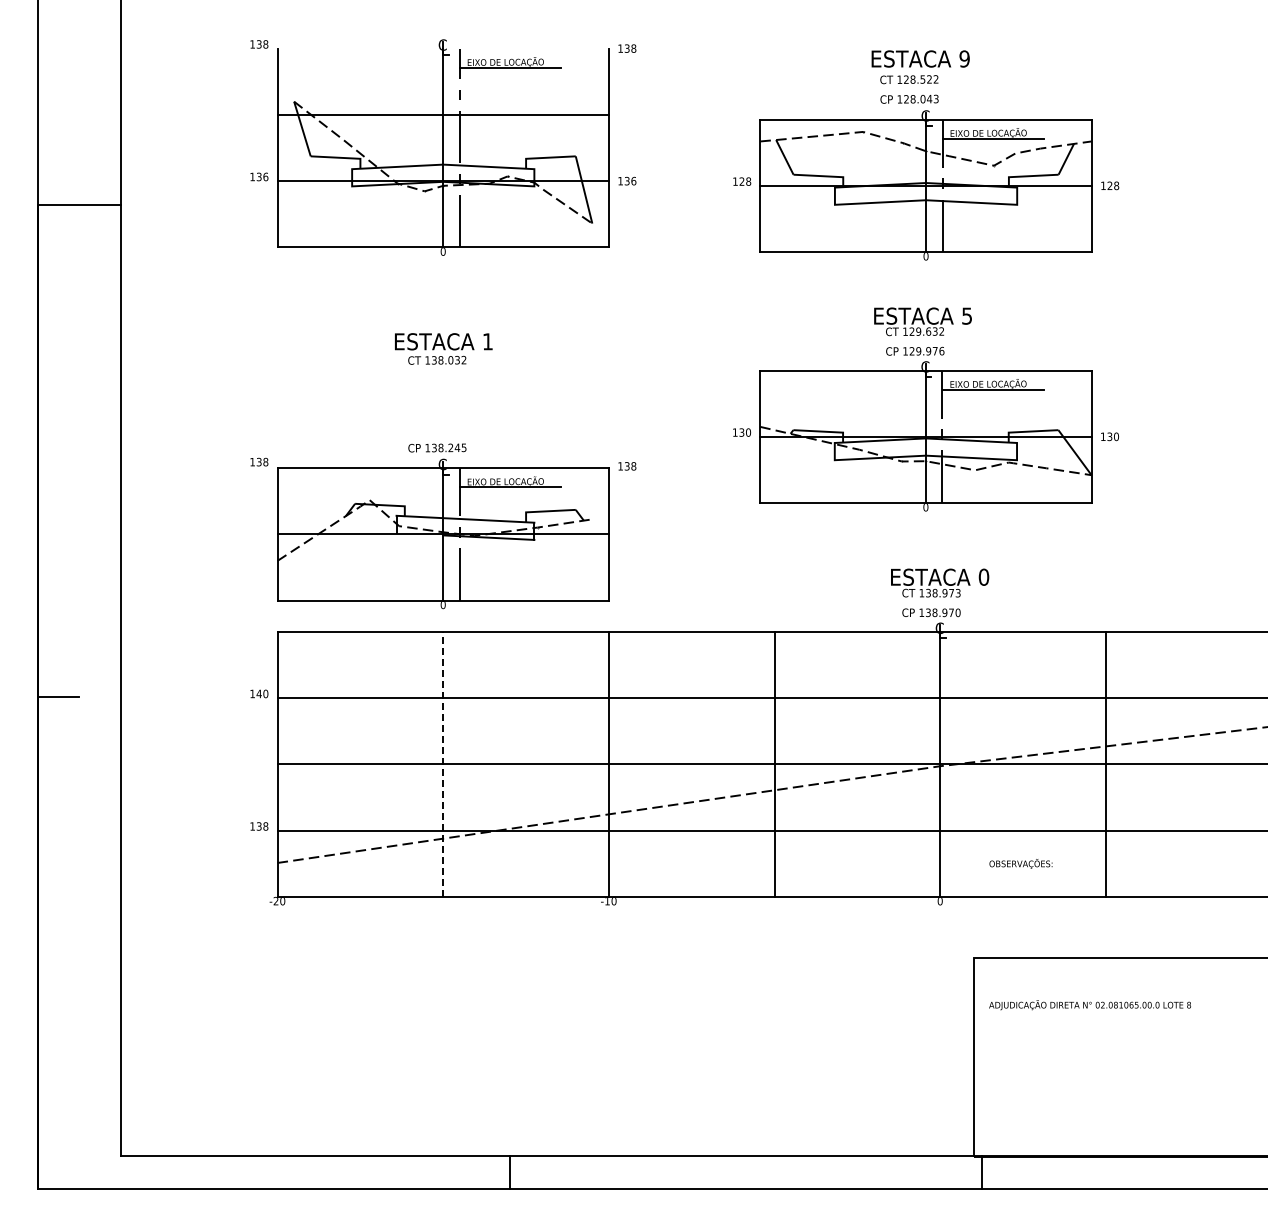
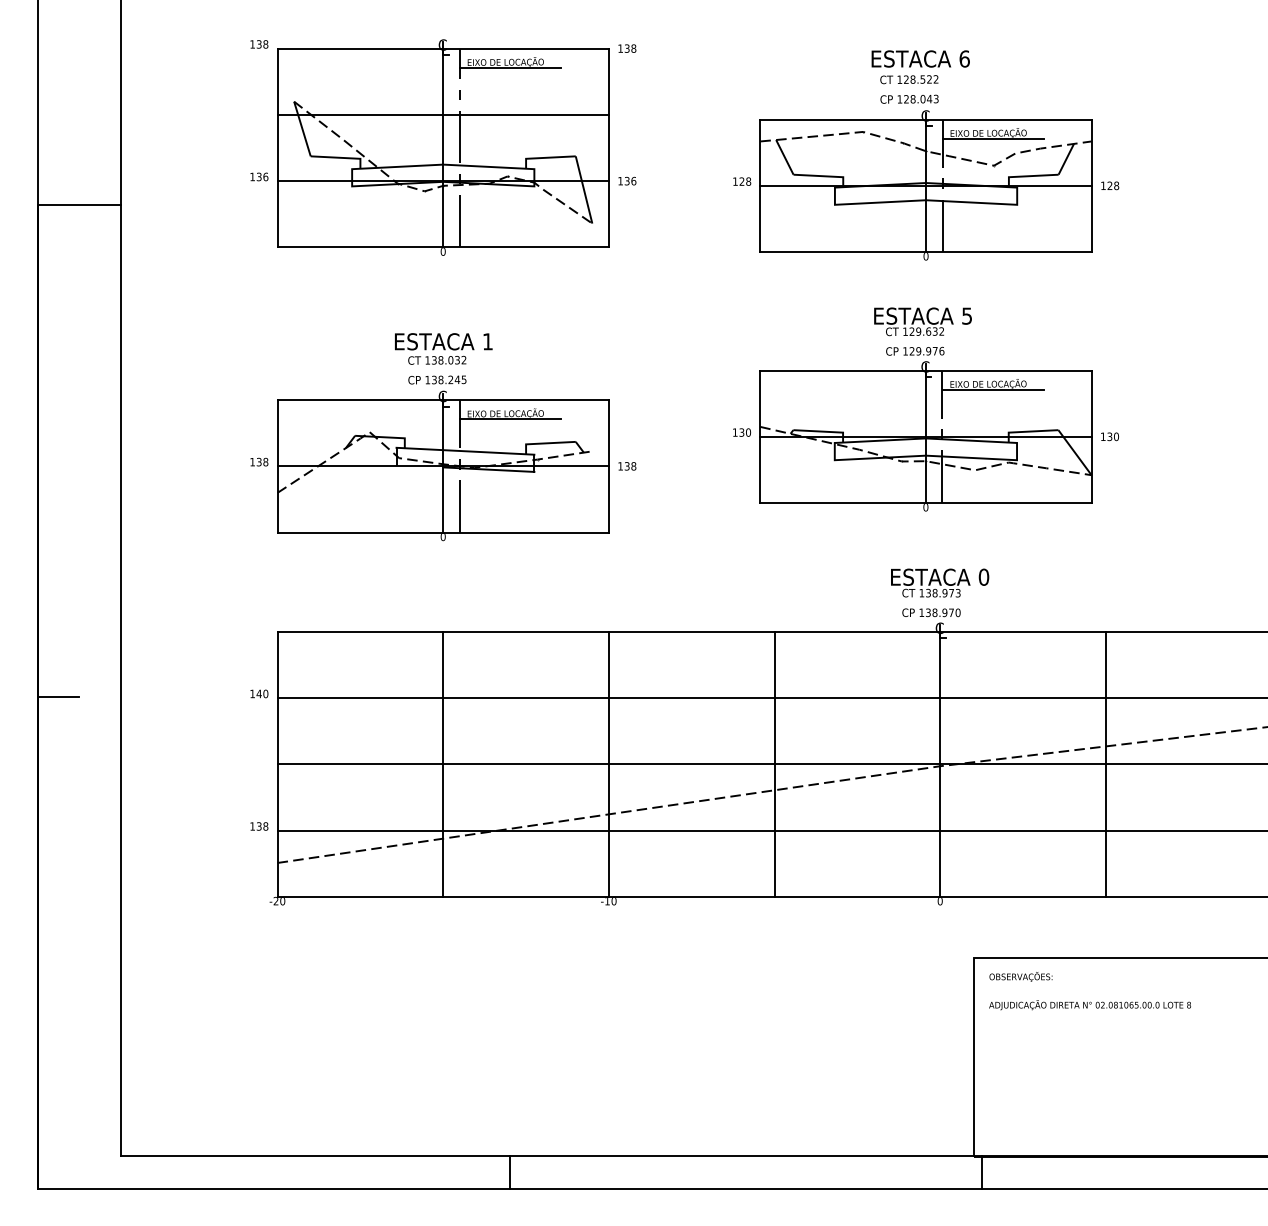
line at (442, 48): none -> present
text at (964, 58): 9 -> 6
part at (443, 526) position: (443, 526) -> (443, 458)
line at (443, 764): dashed -> solid
text at (1020, 863) position: (1020, 863) -> (1020, 976)
